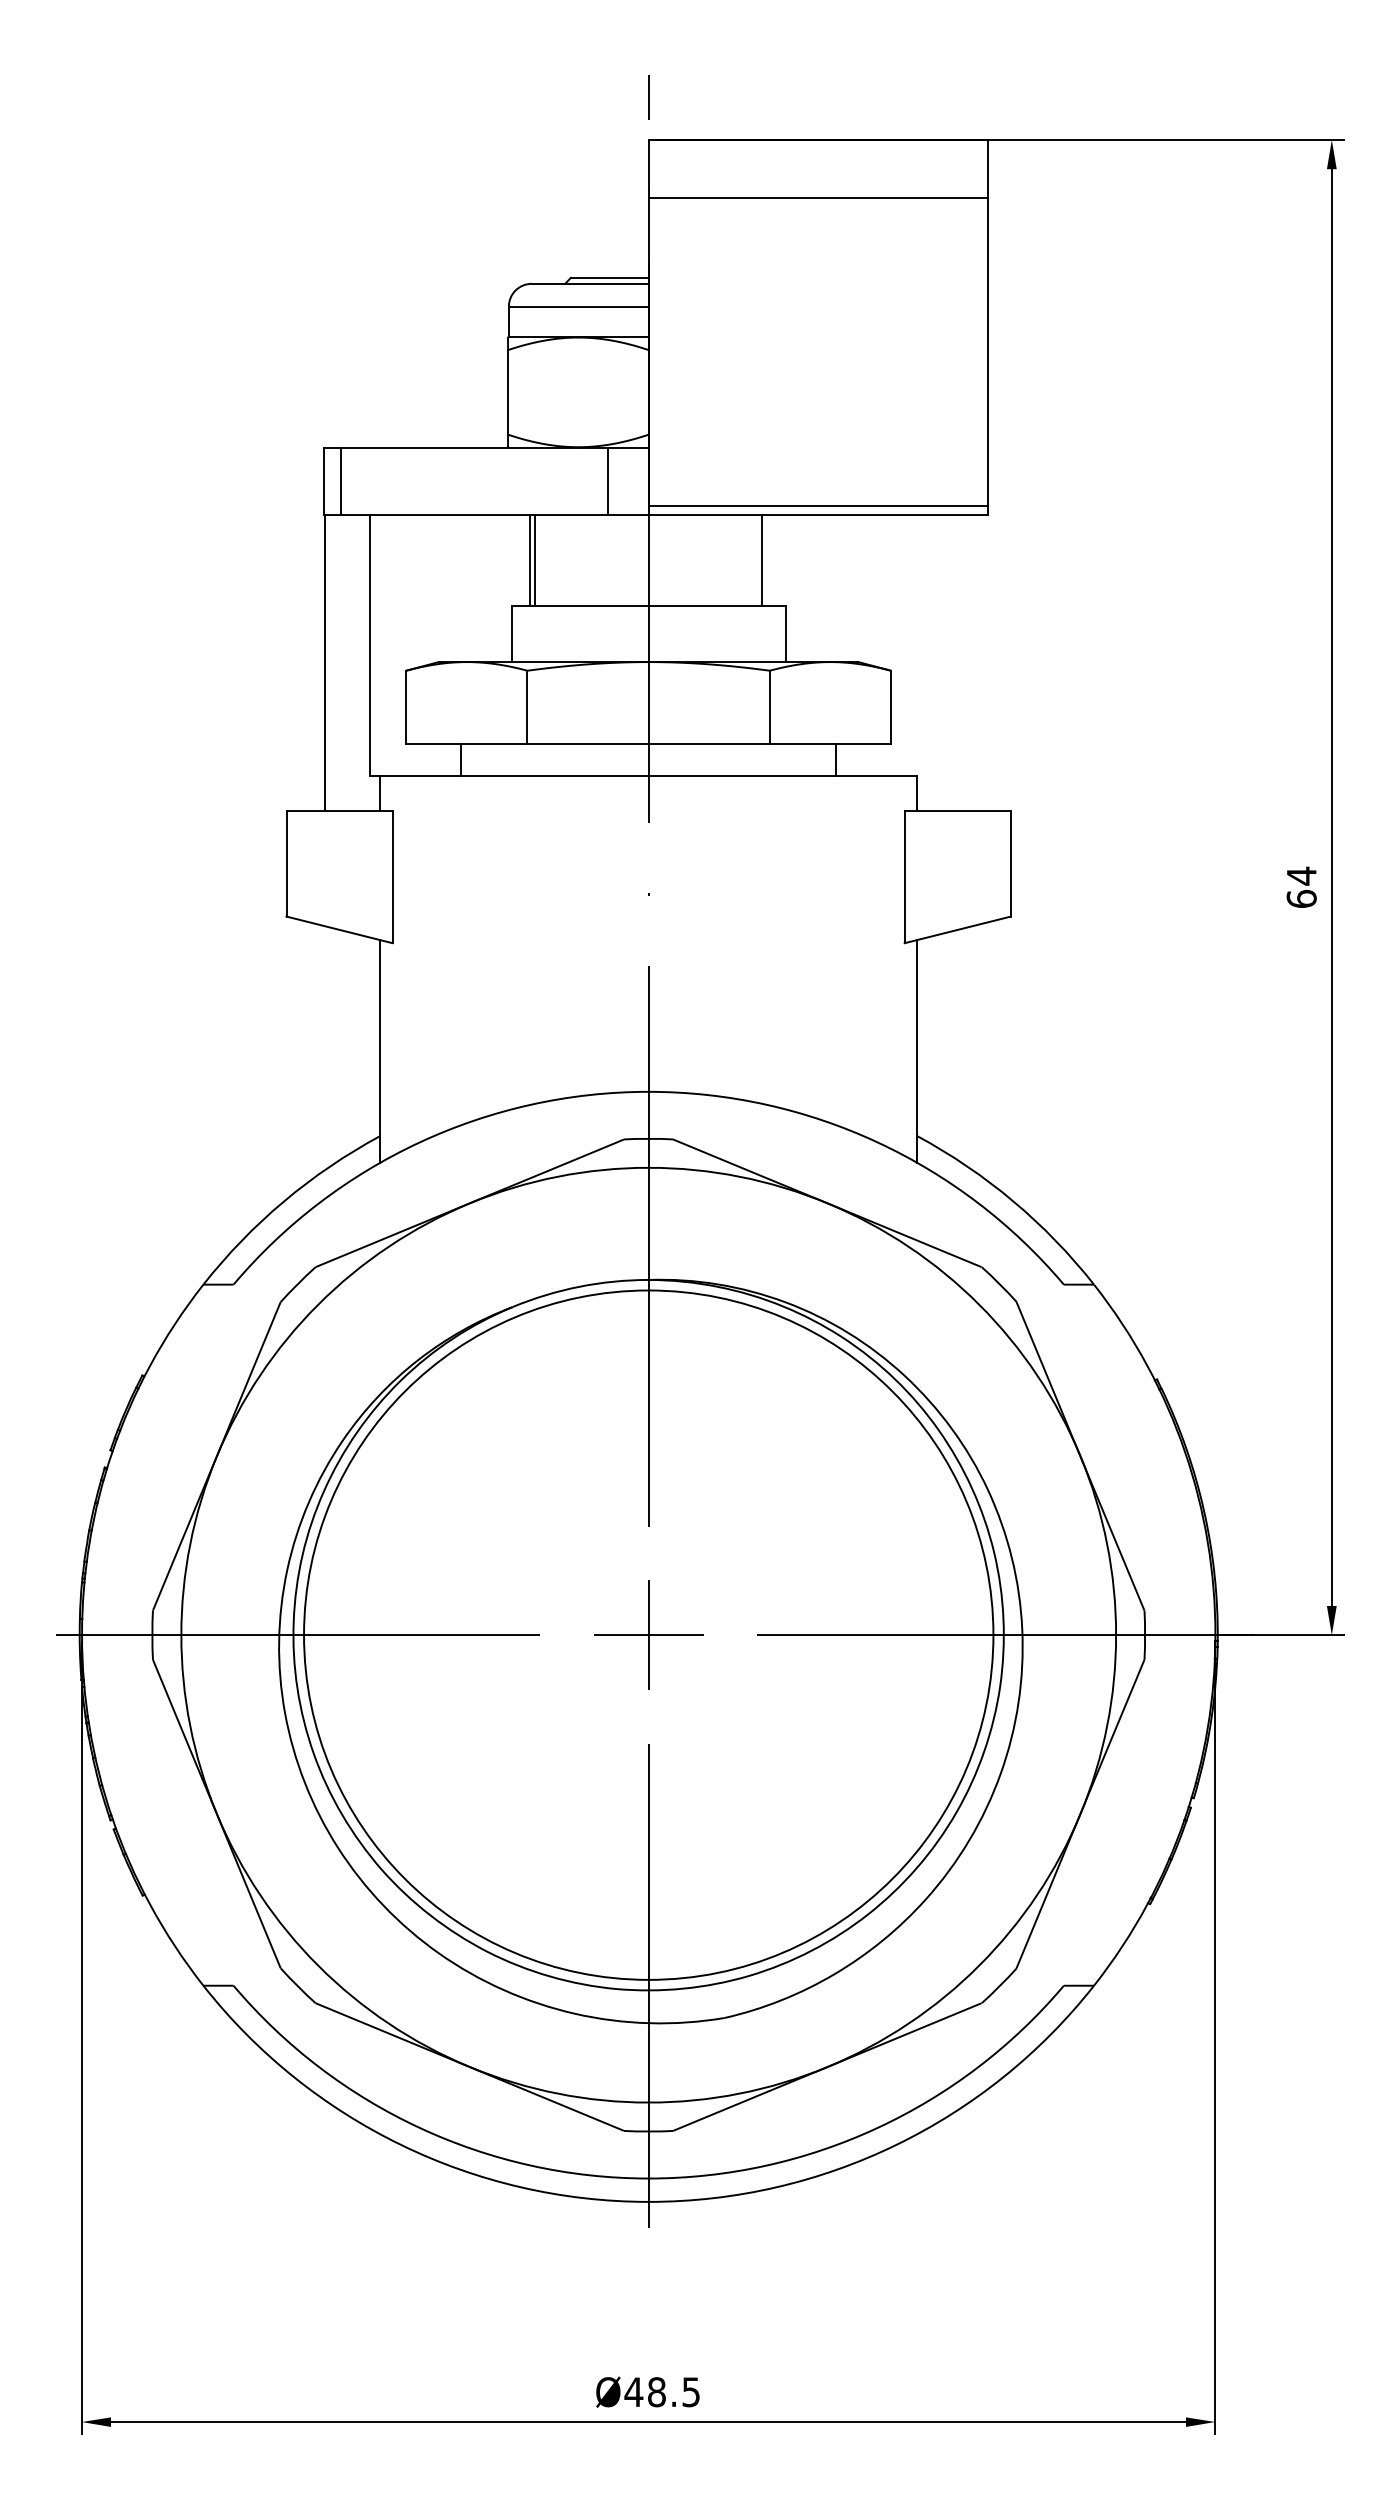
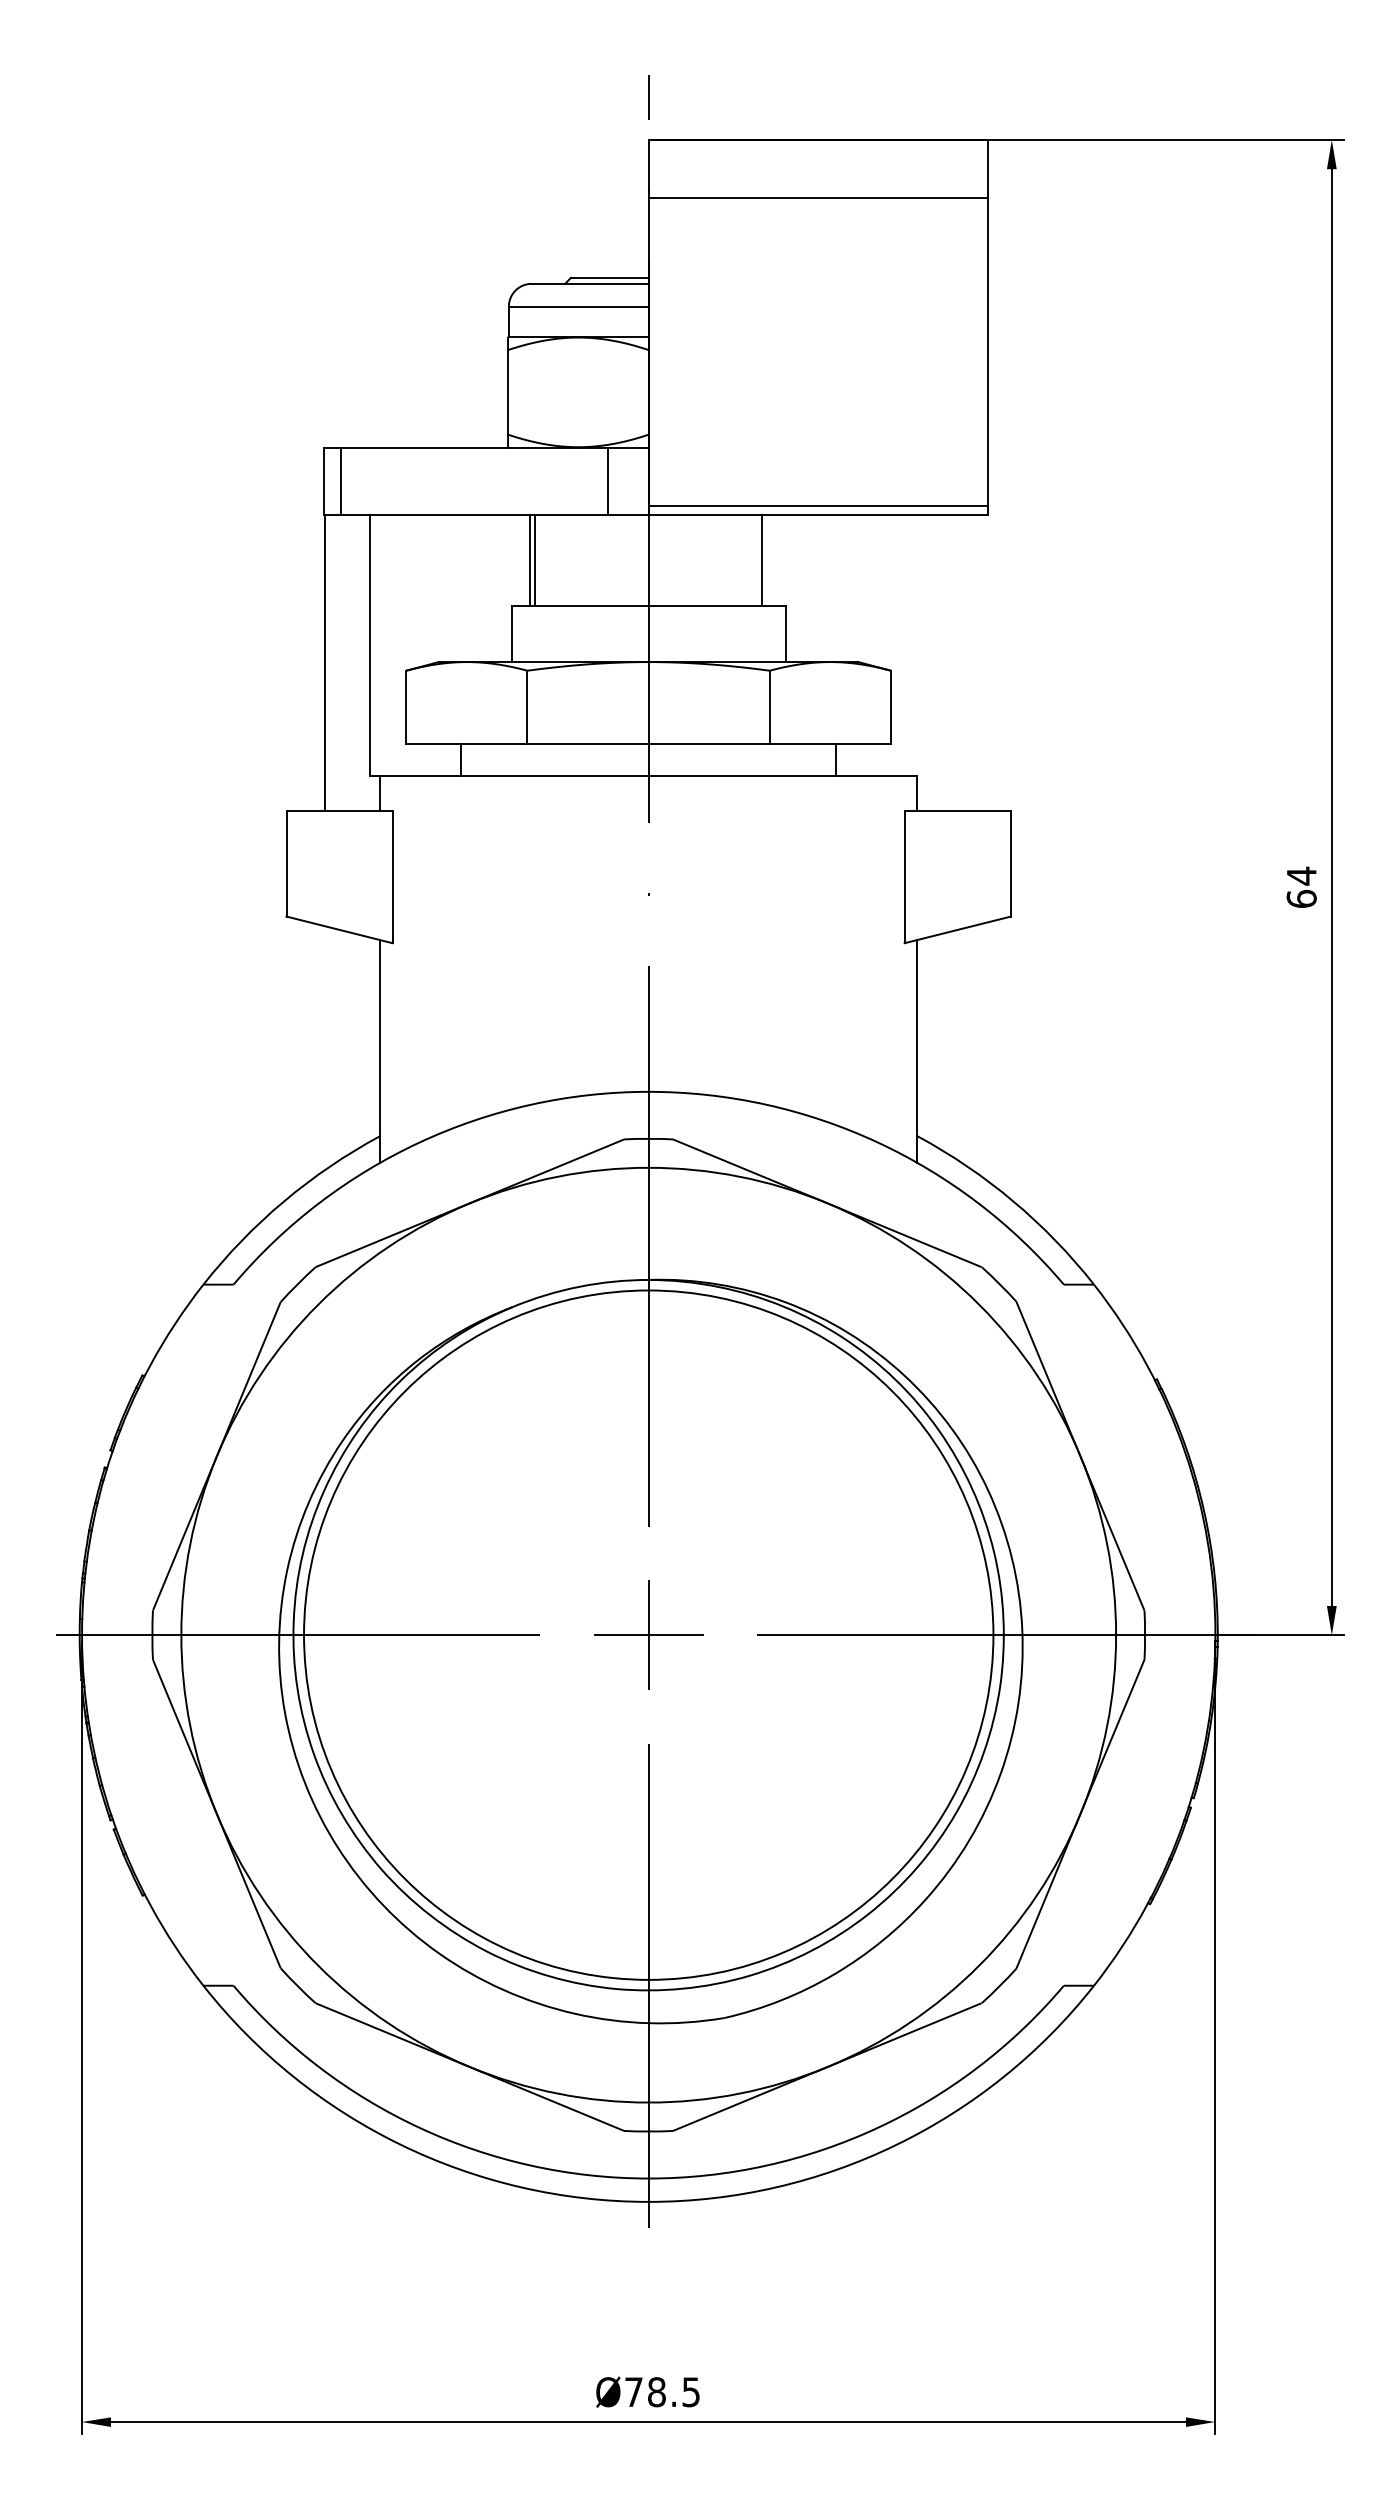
text at (633, 2391): Ø48.5 -> Ø78.5
